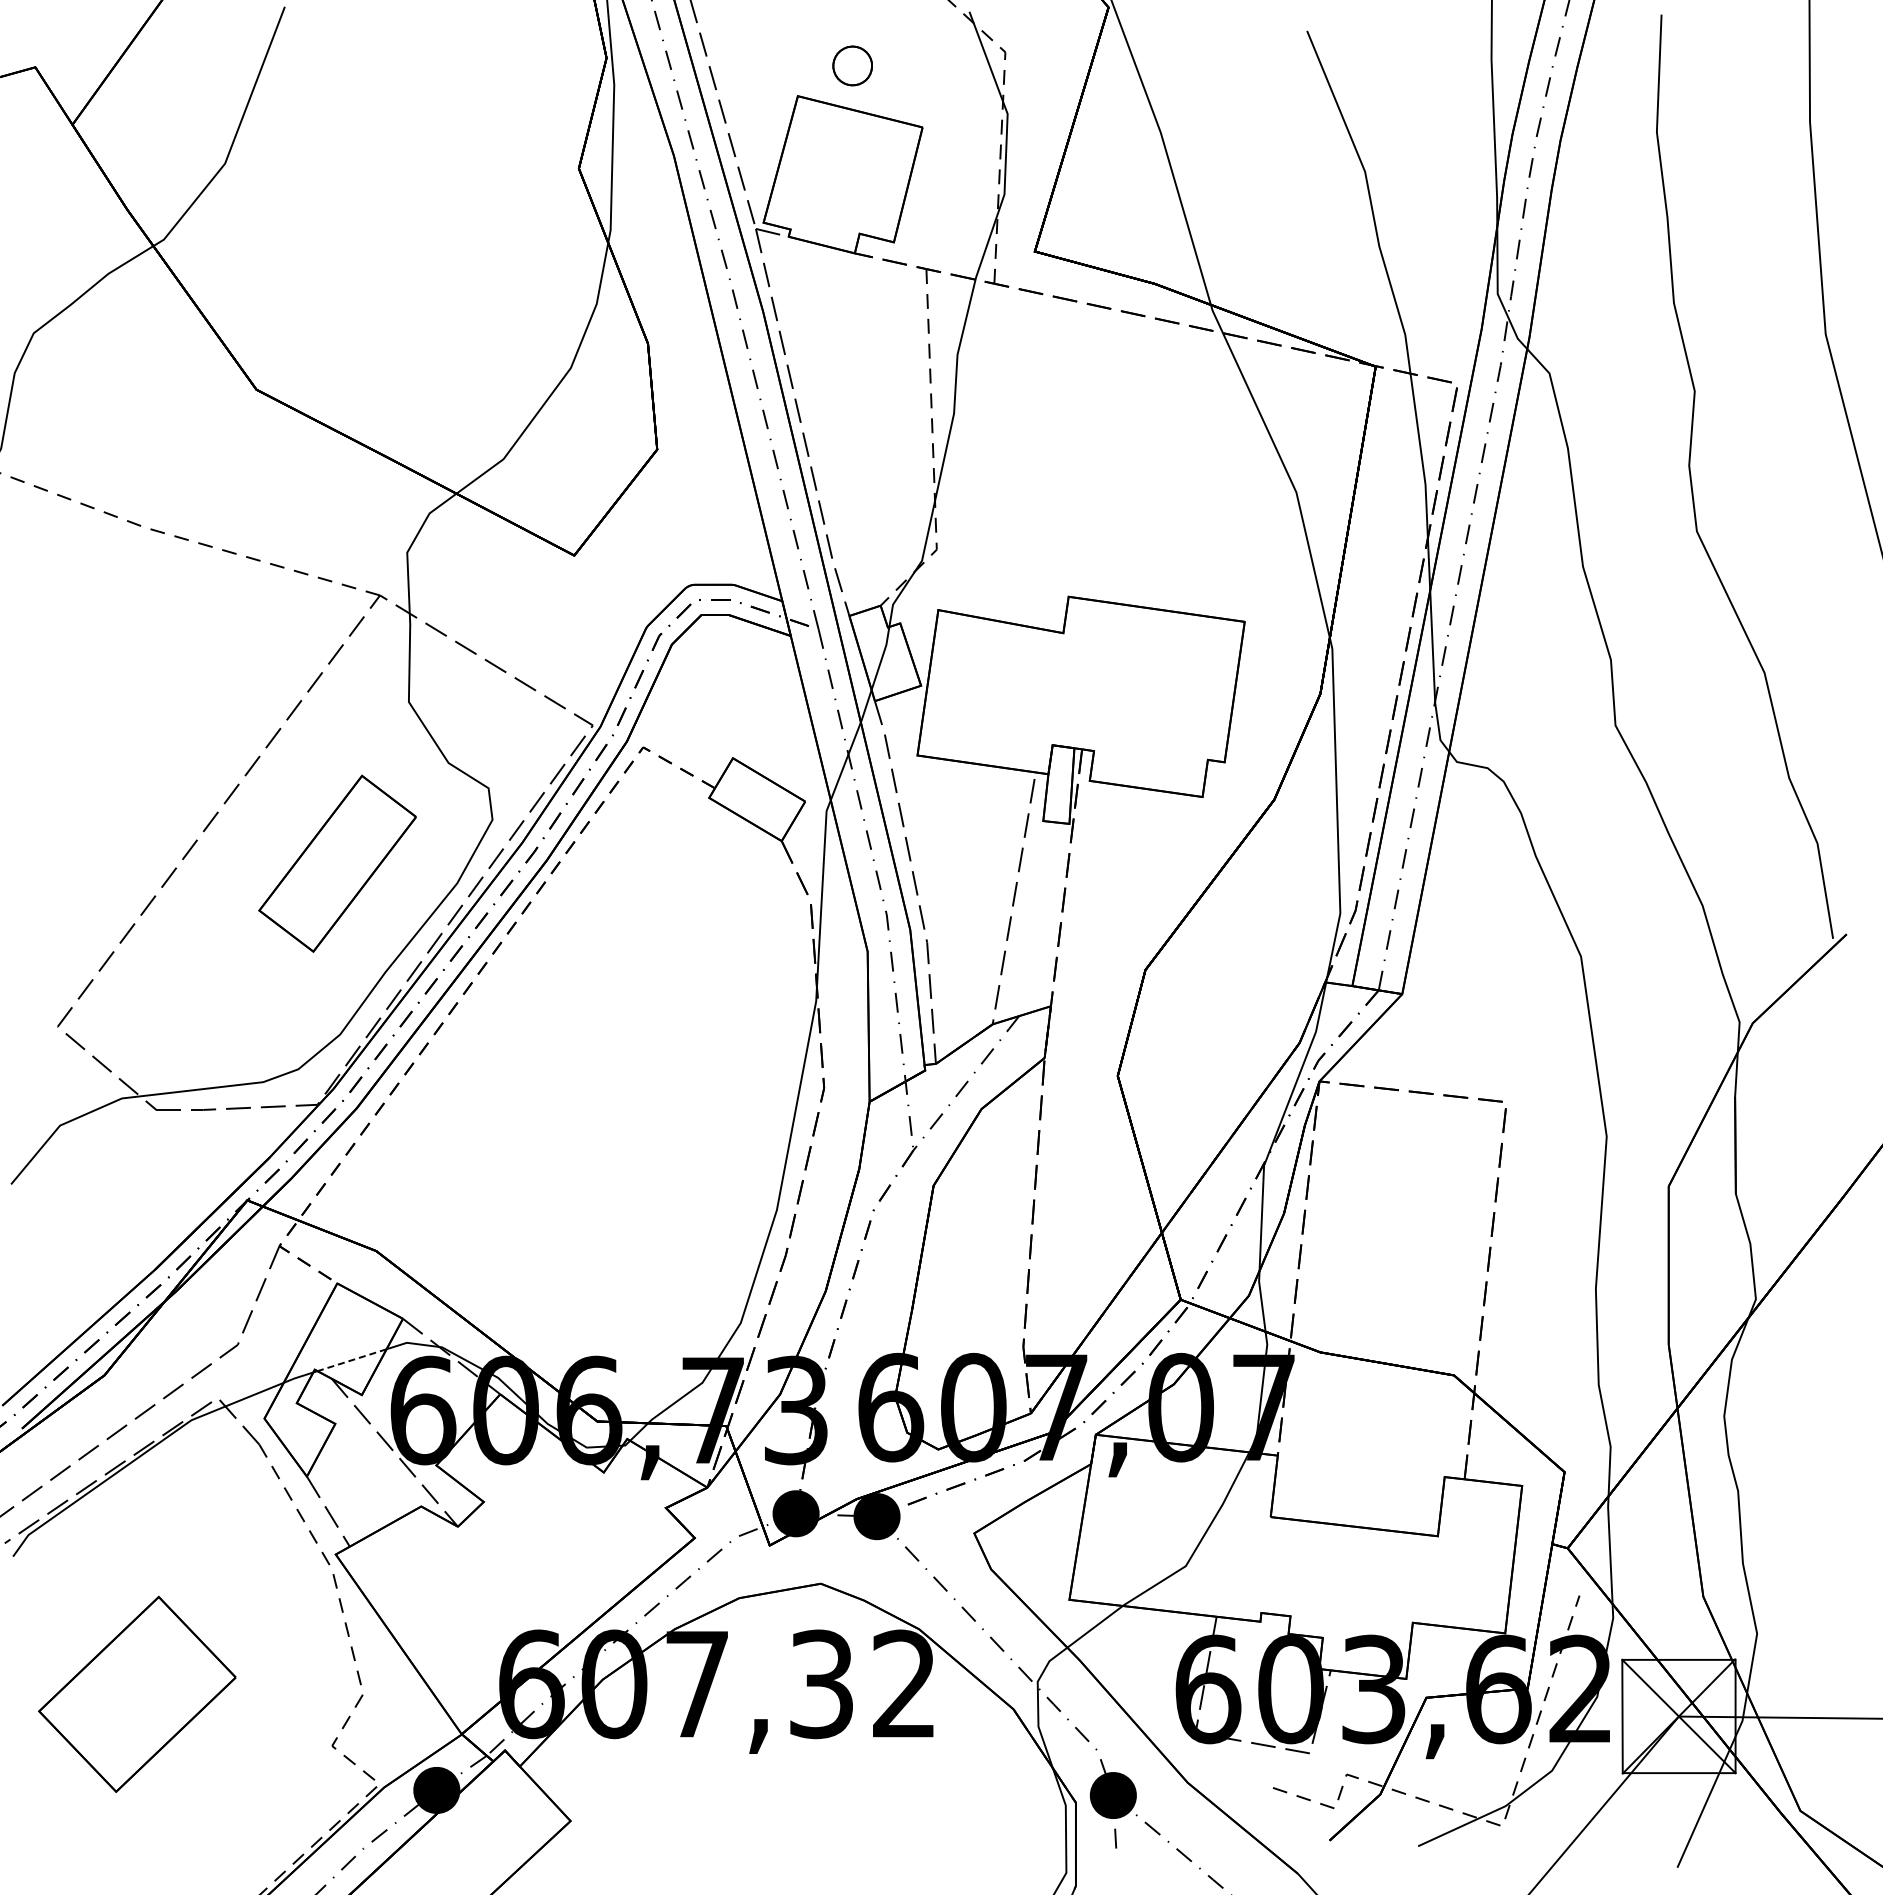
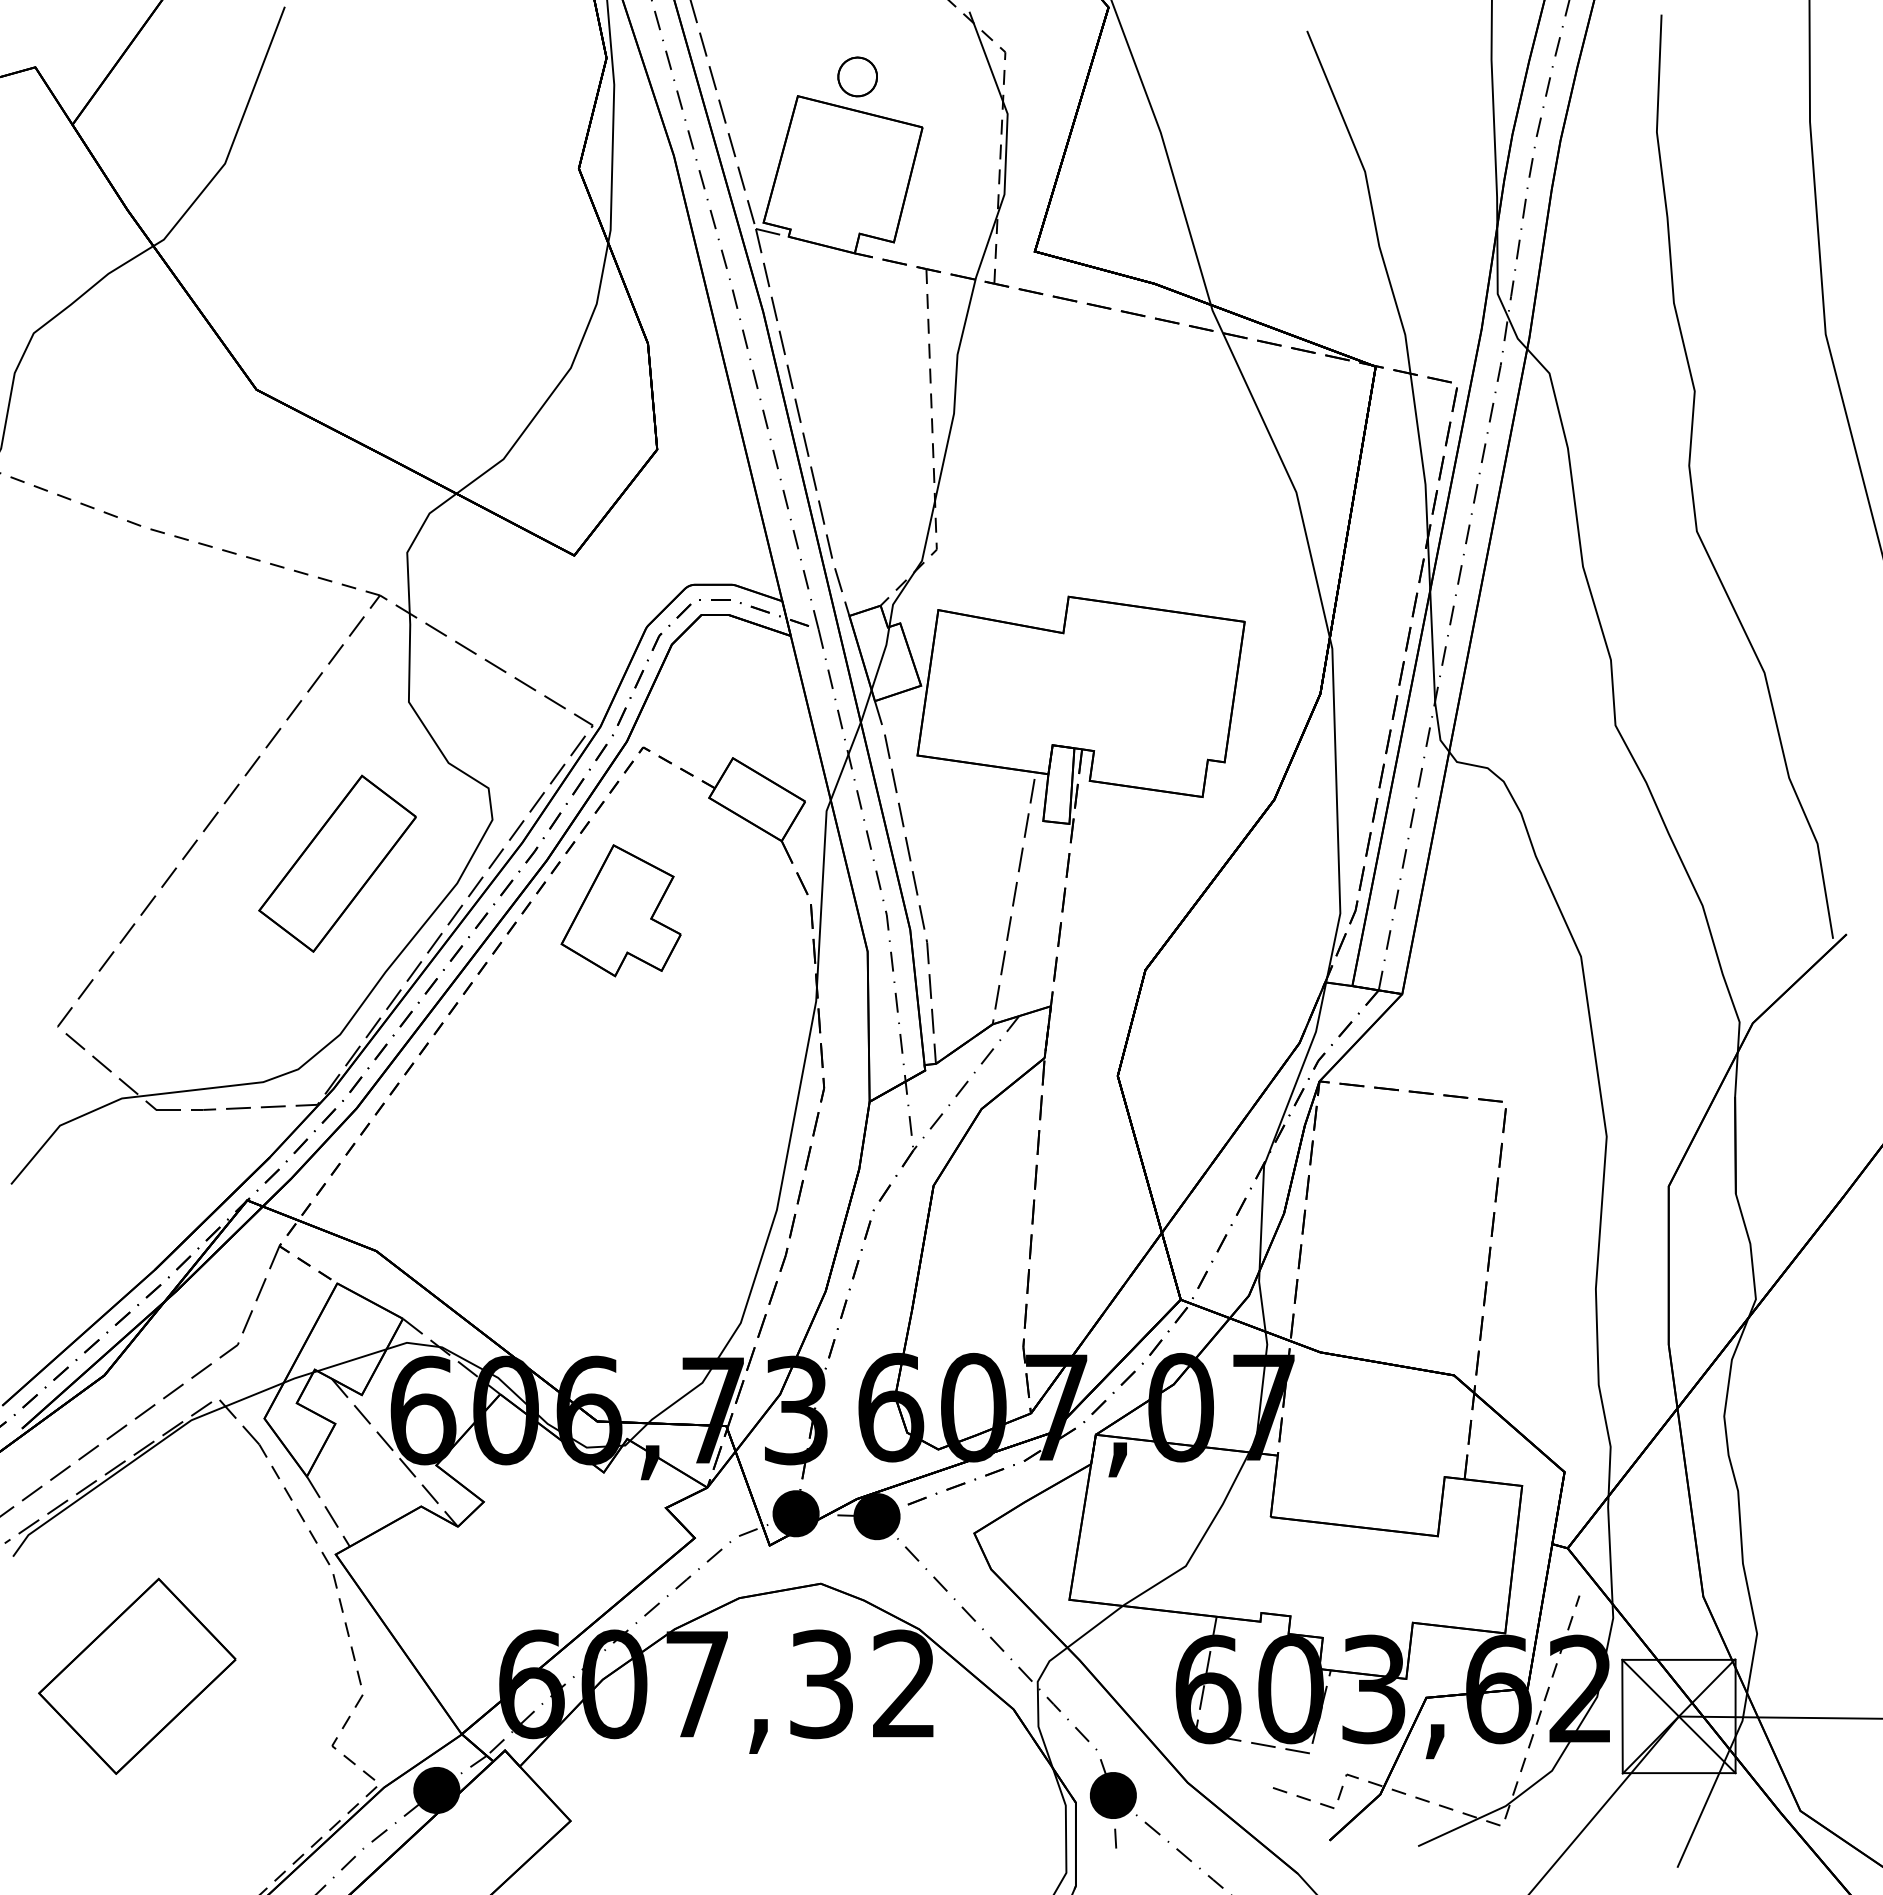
part at (852, 65) position: (852, 65) -> (857, 76)
part at (620, 910): none -> present
line at (351, 1360): dashed -> solid
part at (137, 1693) position: (137, 1693) -> (137, 1675)
